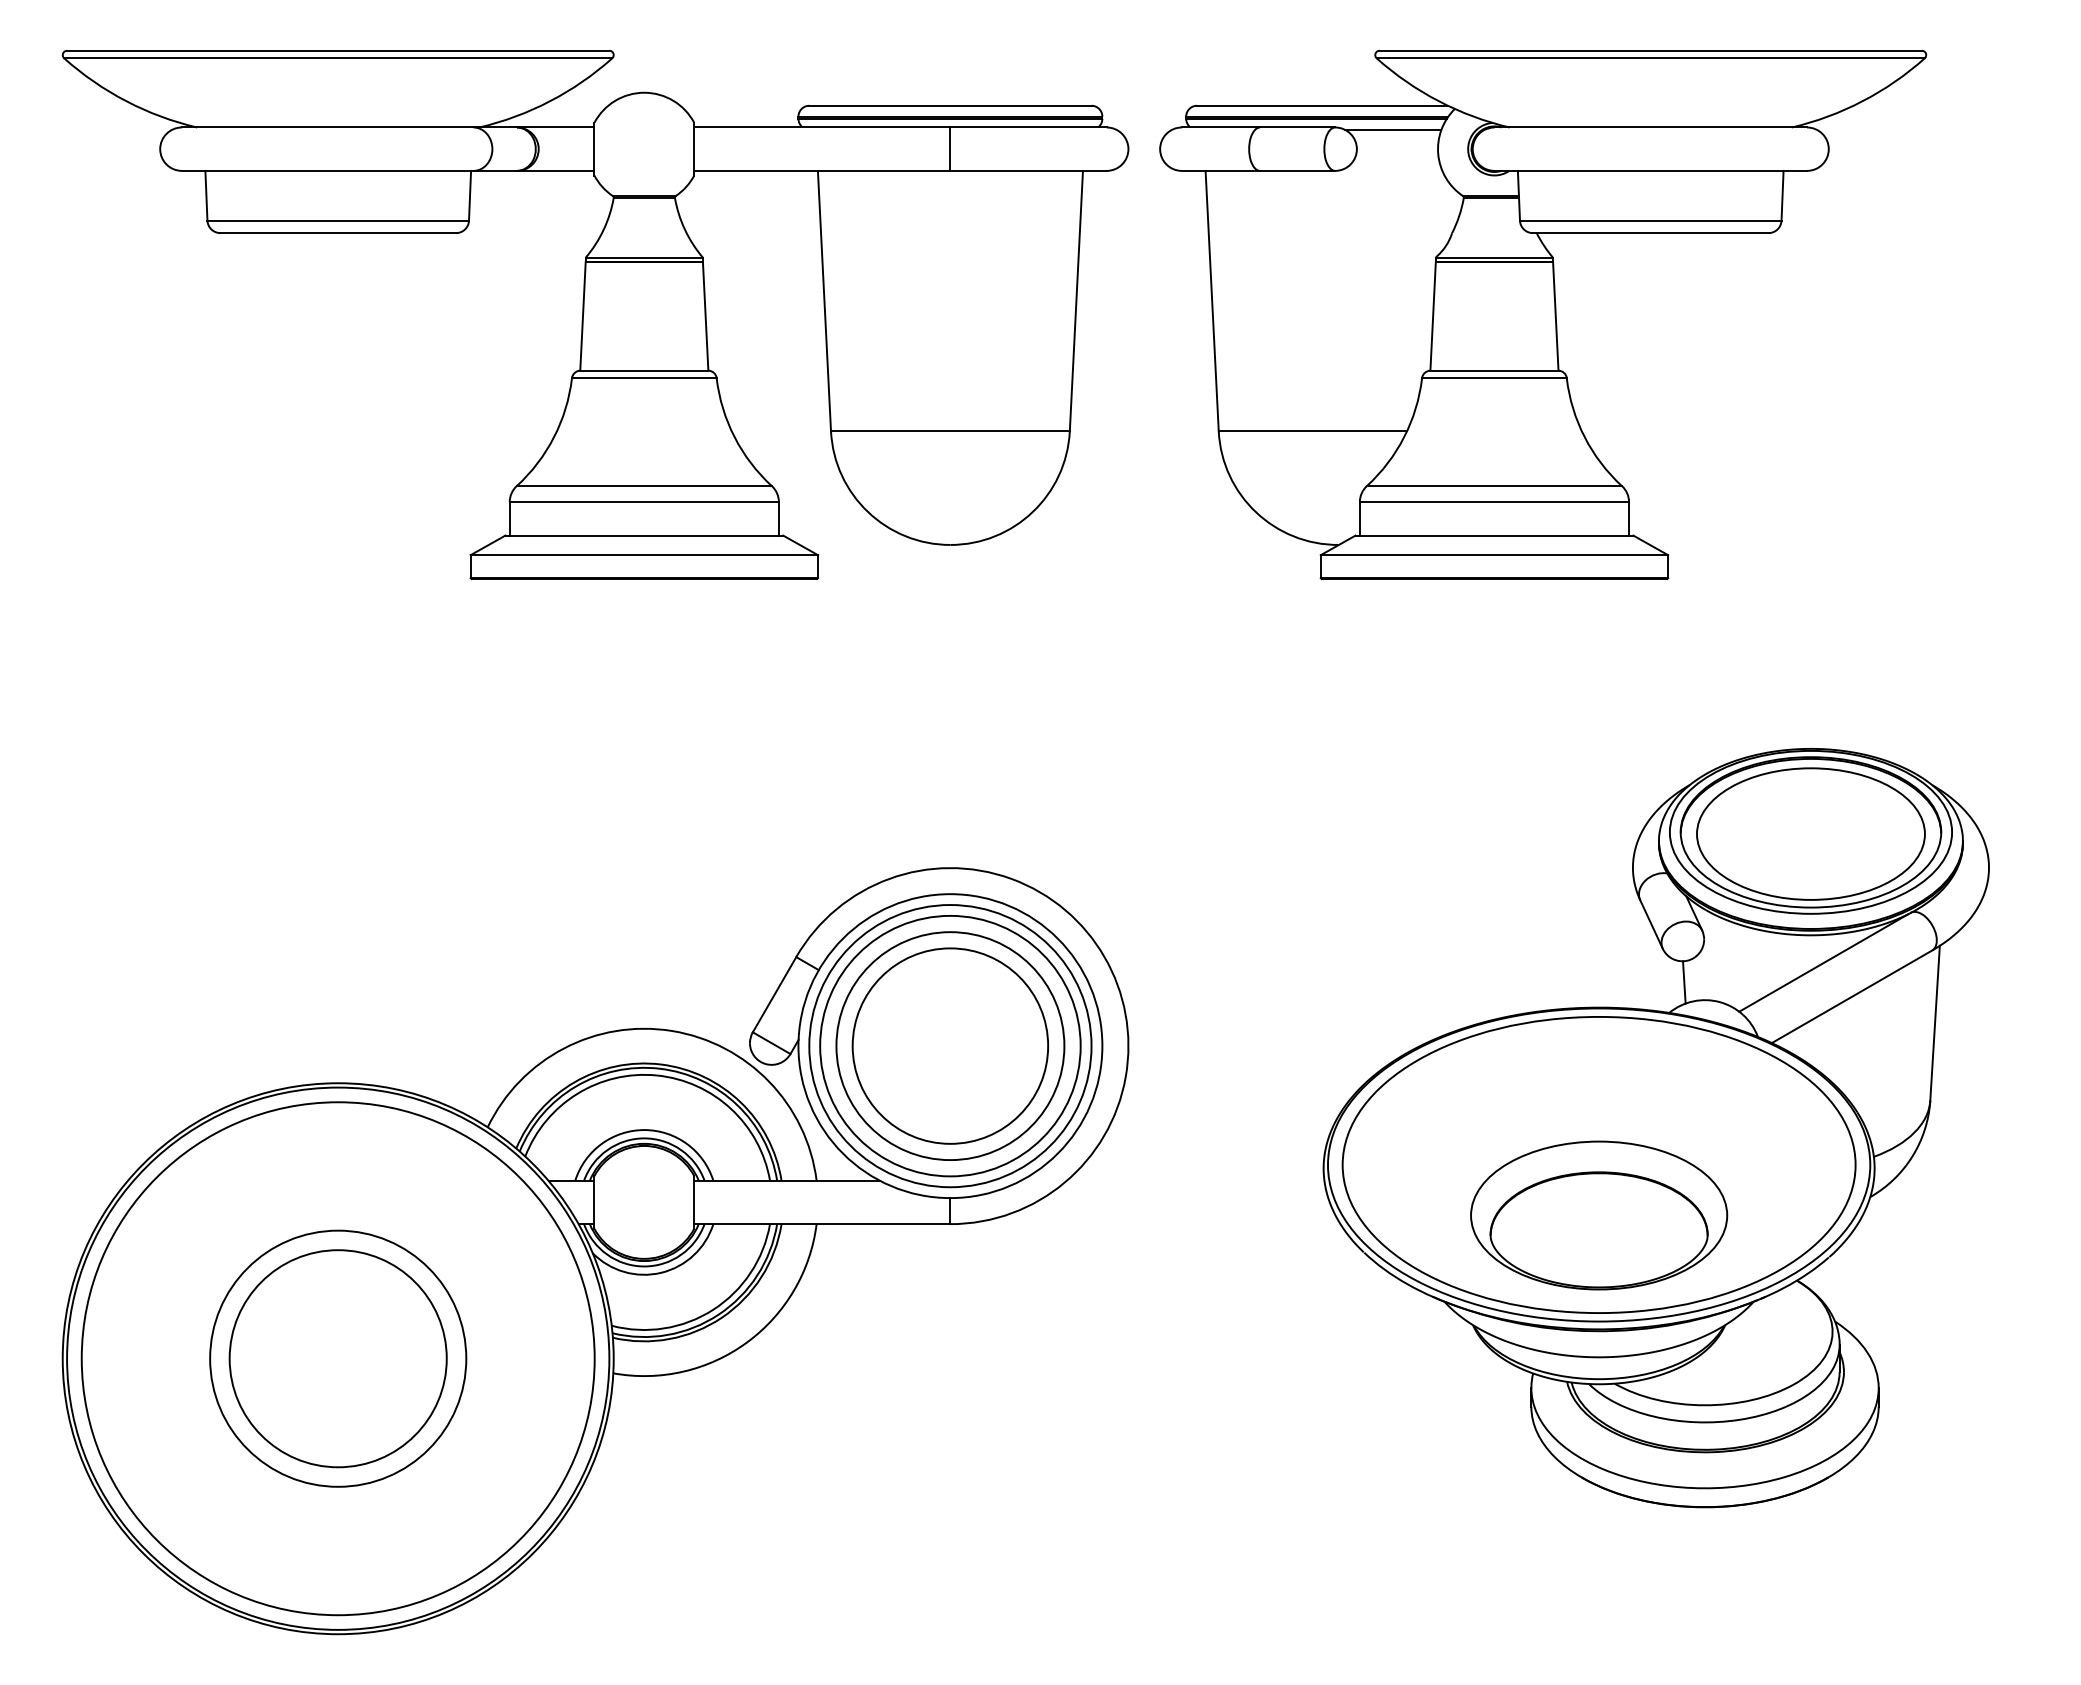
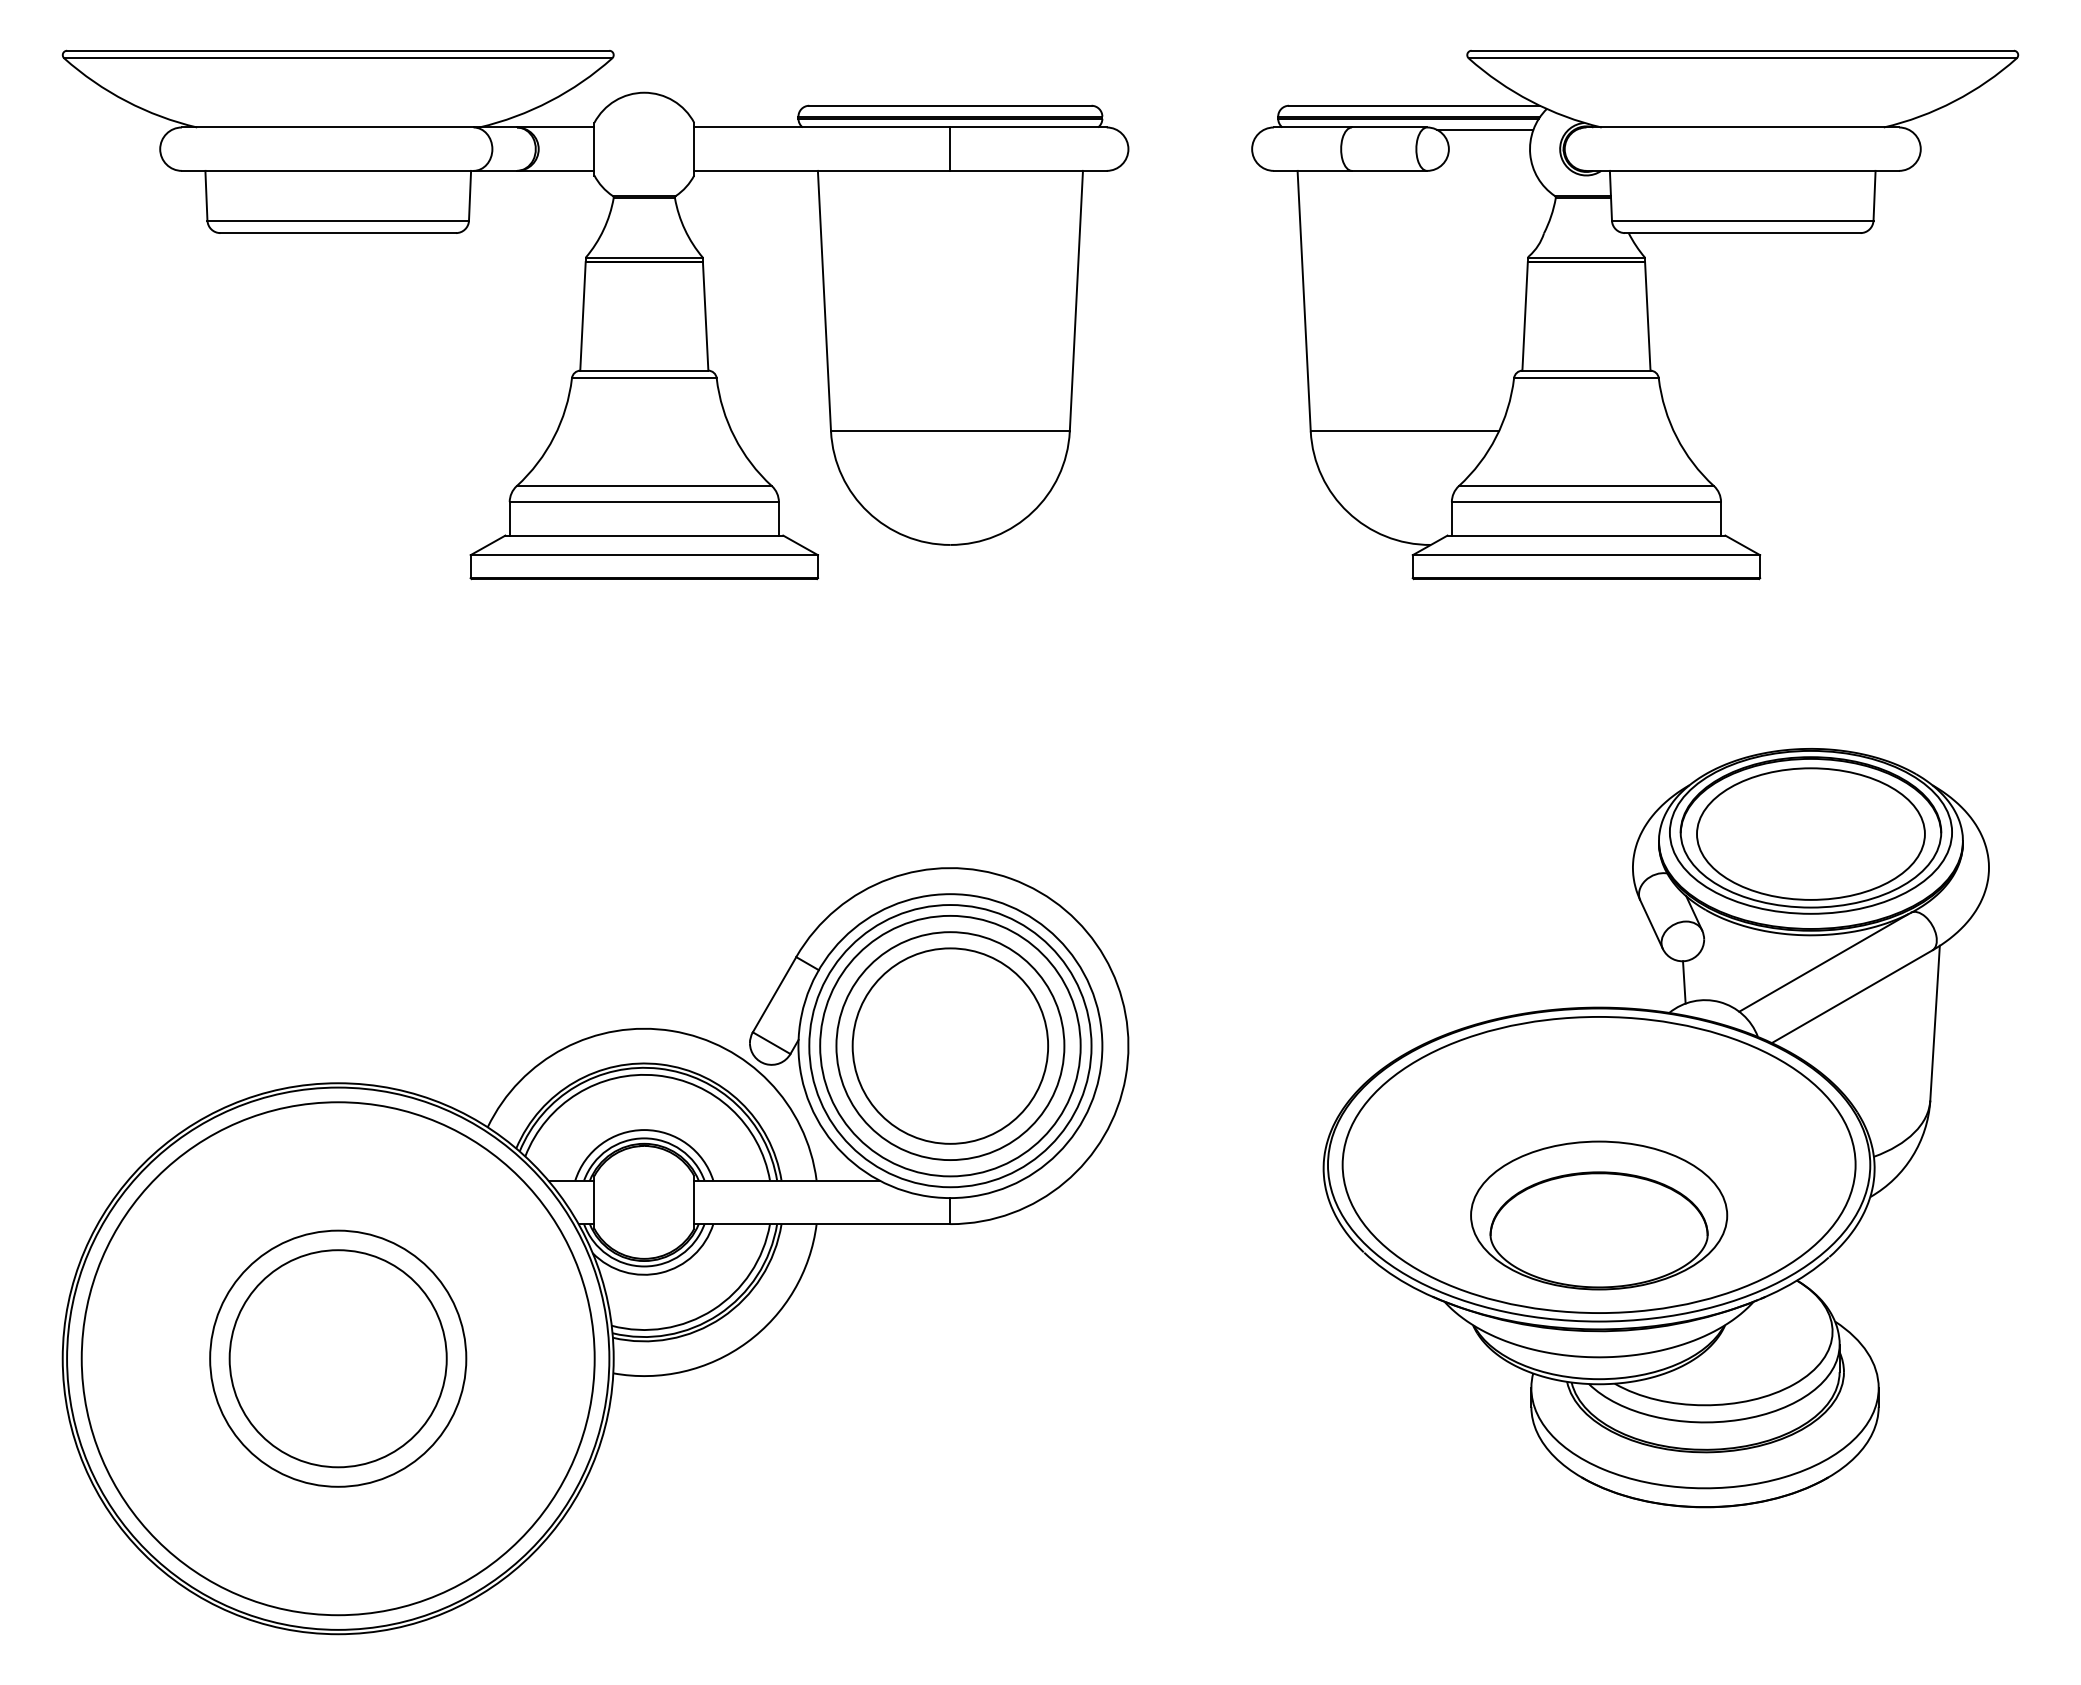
part at (1543, 314) position: (1543, 314) -> (1635, 314)
